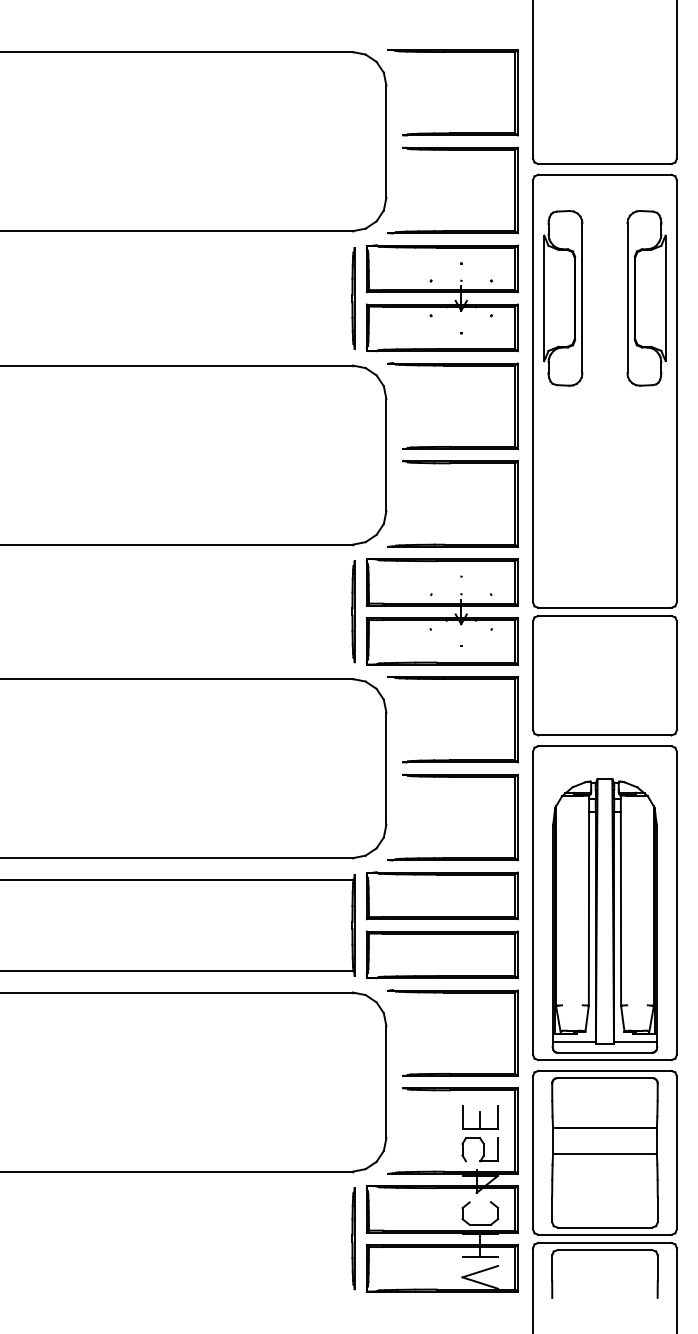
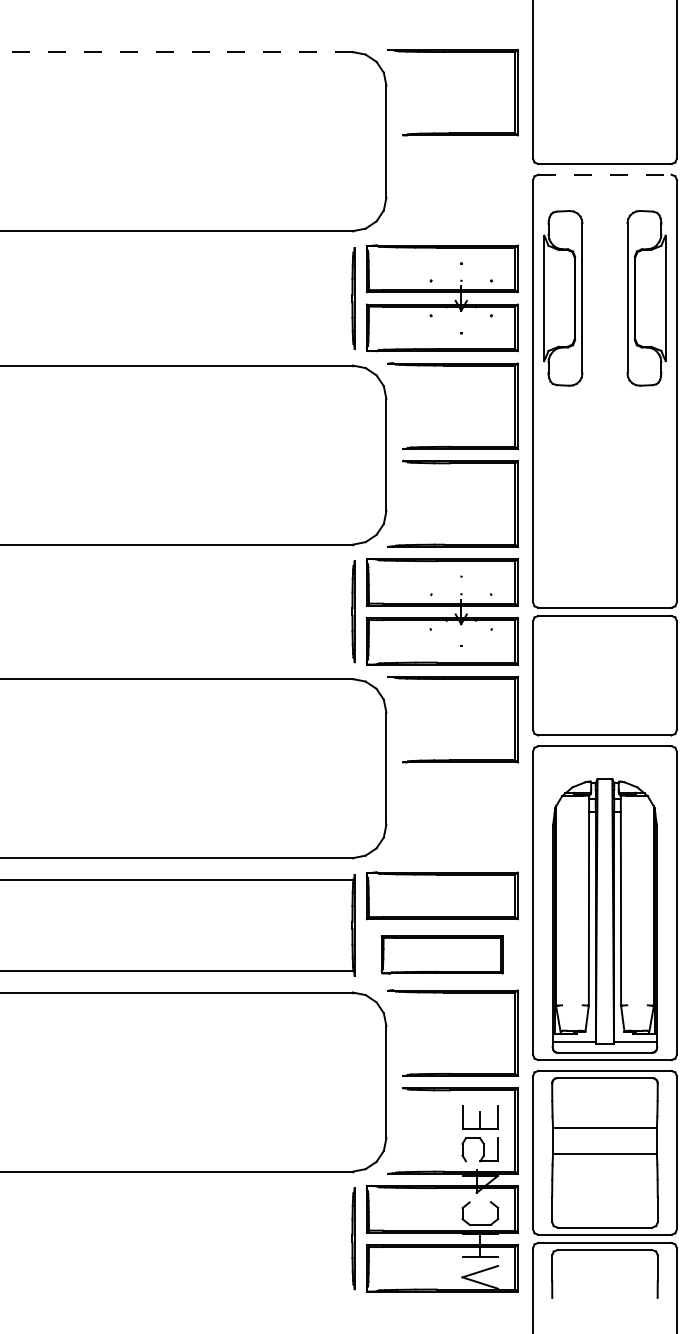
line at (175, 52): solid -> dashed
part at (452, 150): present -> none
line at (604, 174): solid -> dashed
part at (452, 777): present -> none
part at (441, 954) size: 154x50 px -> 124x40 px
